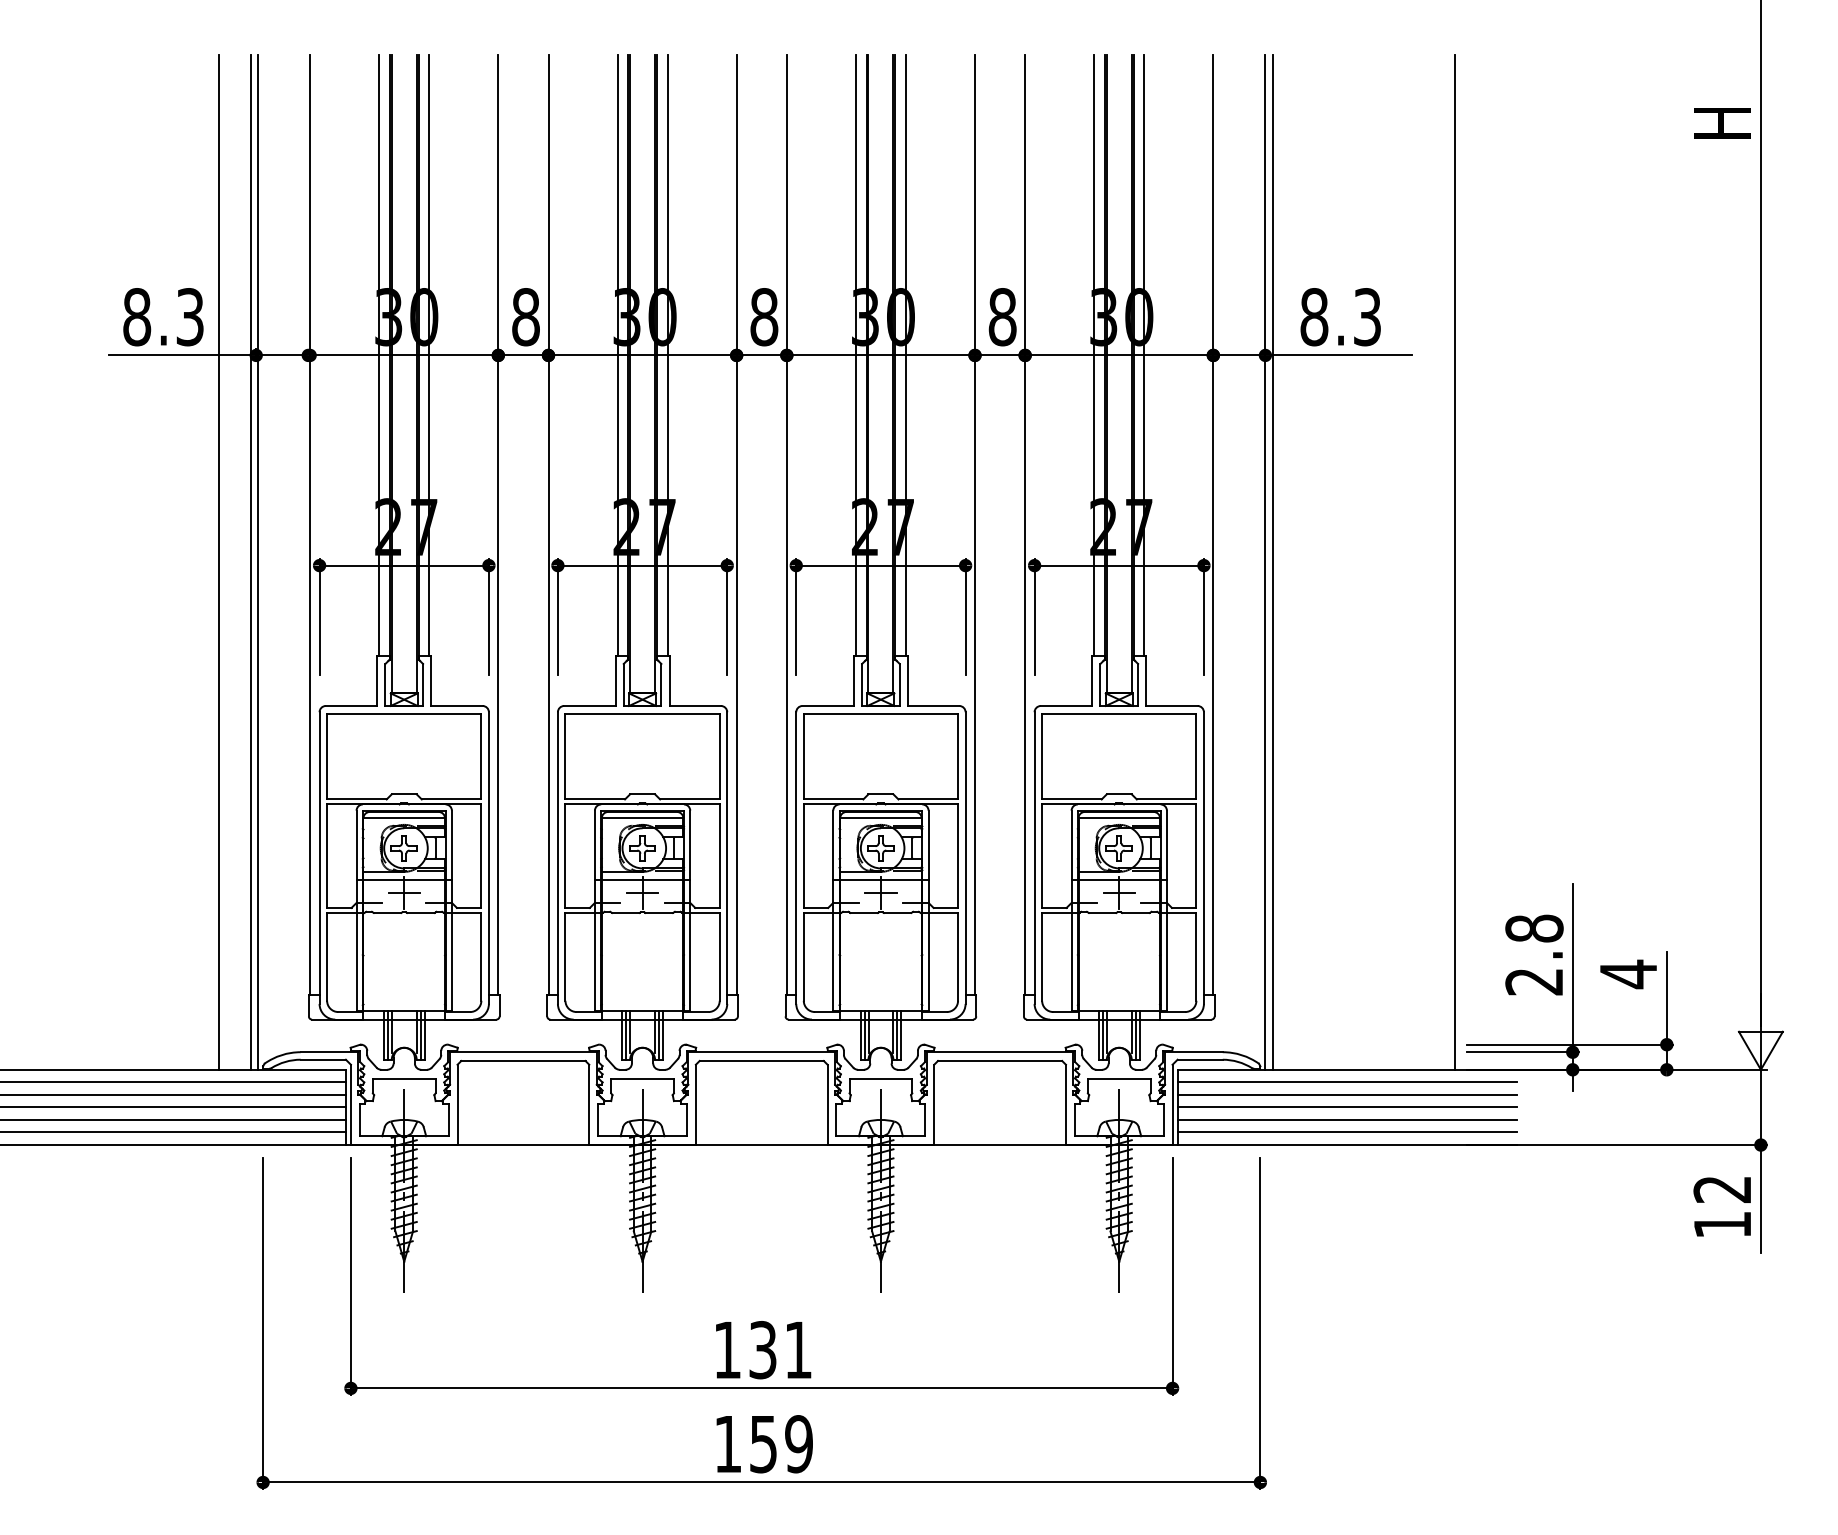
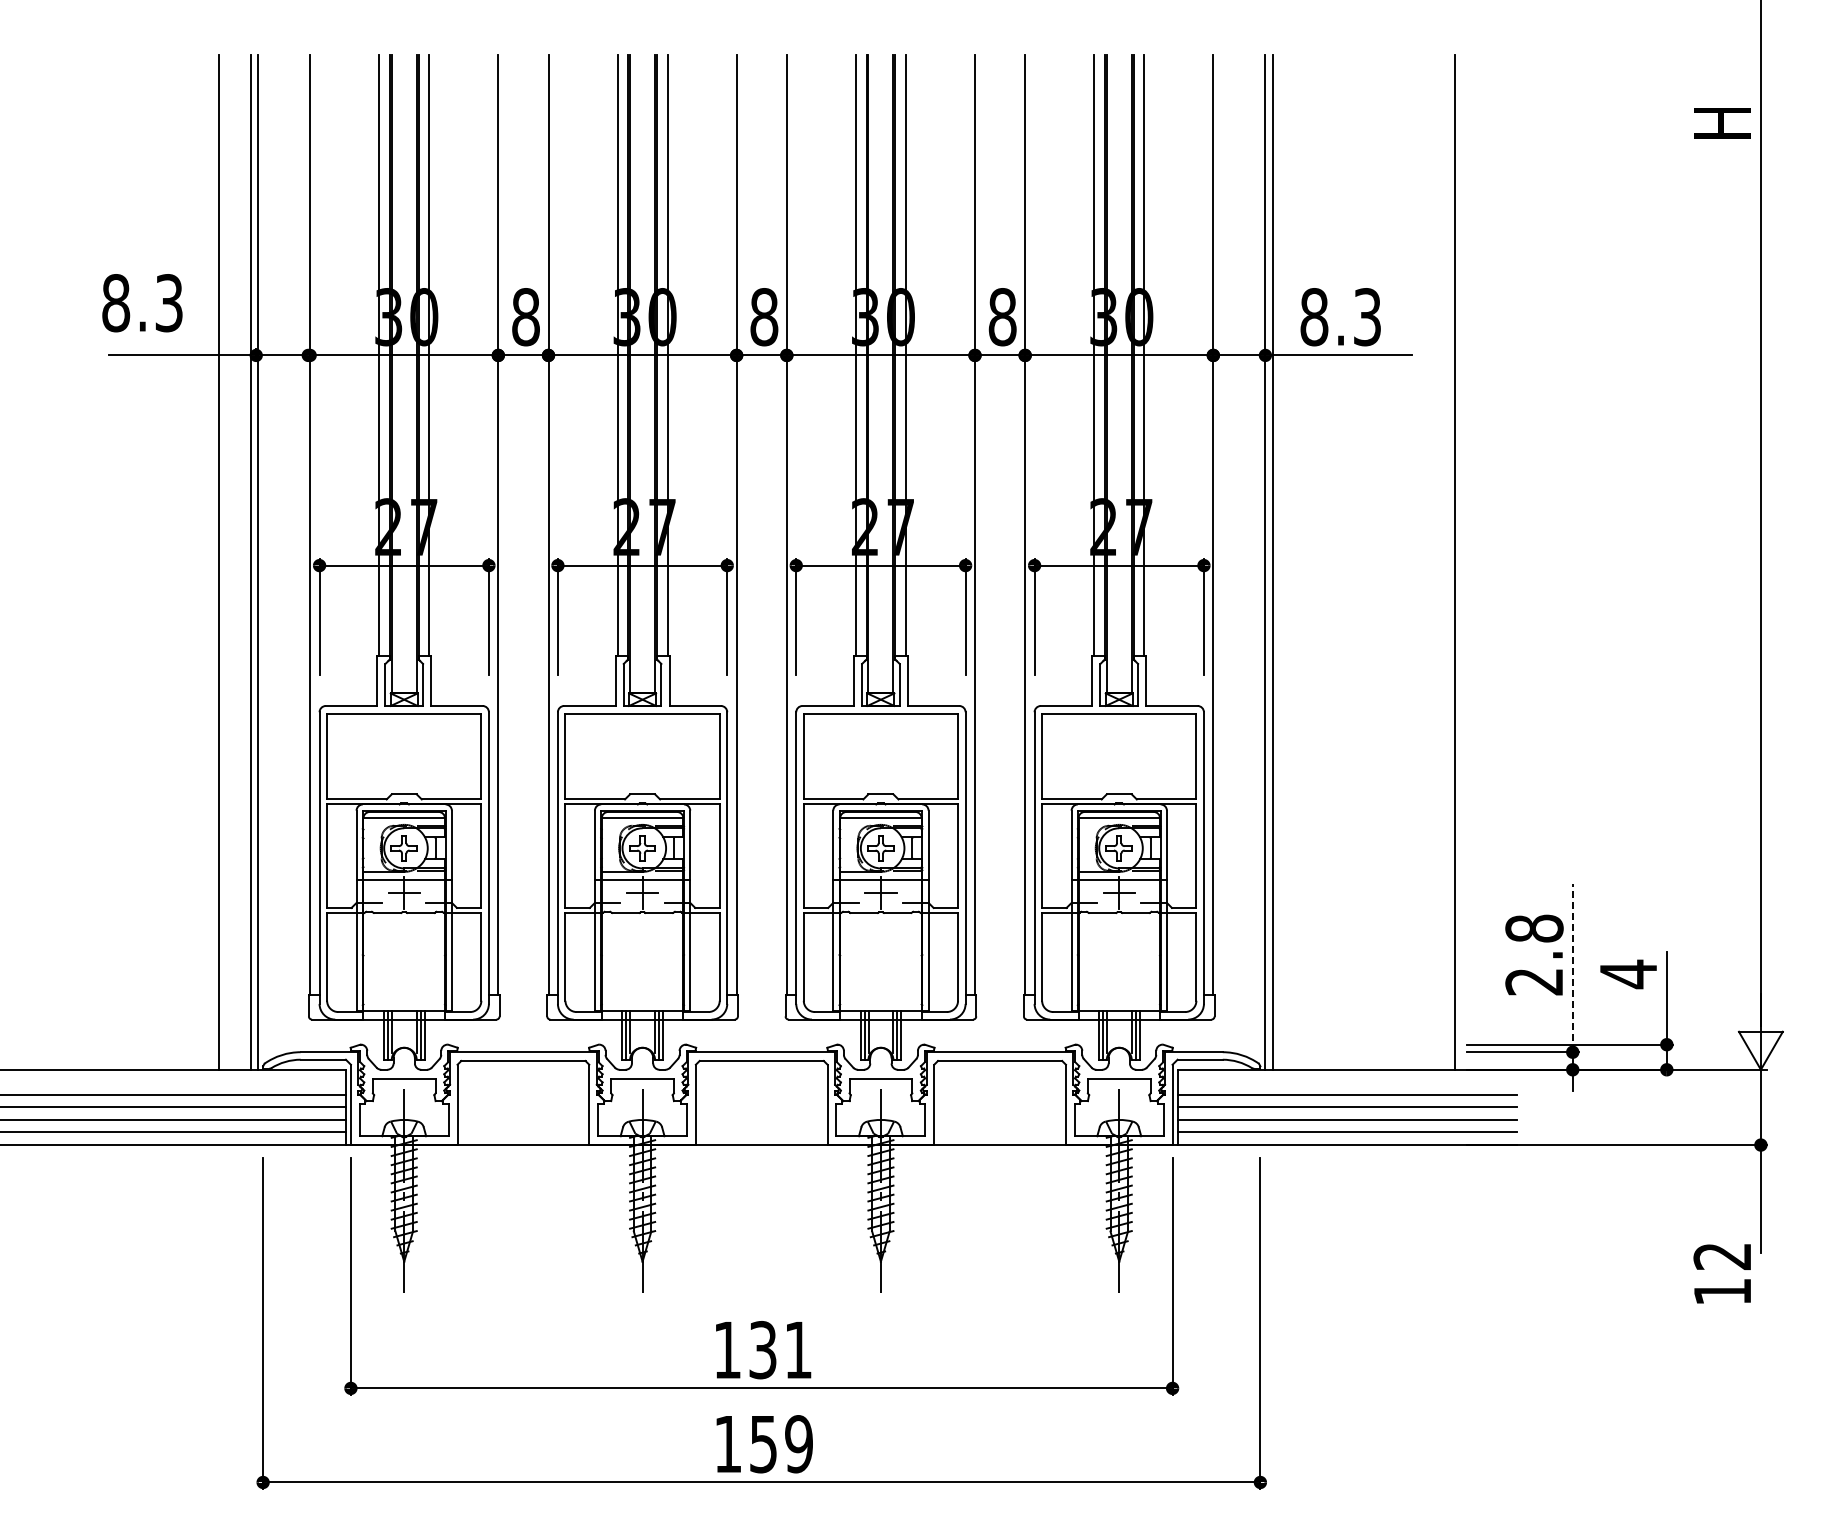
text at (163, 317) position: (163, 317) -> (142, 303)
line at (1572, 967): solid -> dashed
line at (173, 1082): present -> none
line at (1347, 1082): present -> none
text at (1721, 1206) position: (1721, 1206) -> (1721, 1273)
